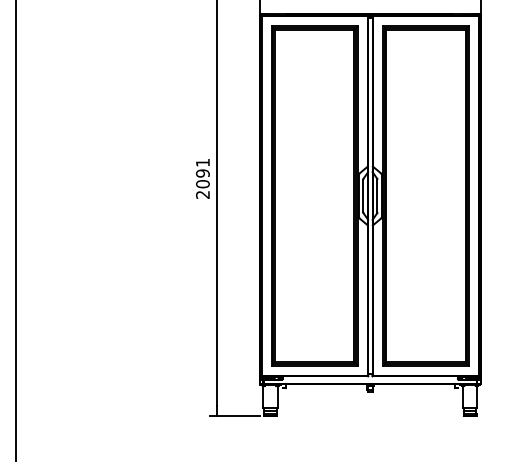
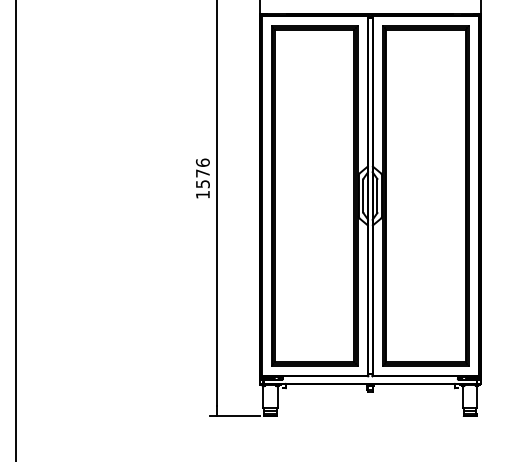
text at (202, 178): 2091 -> 1576
